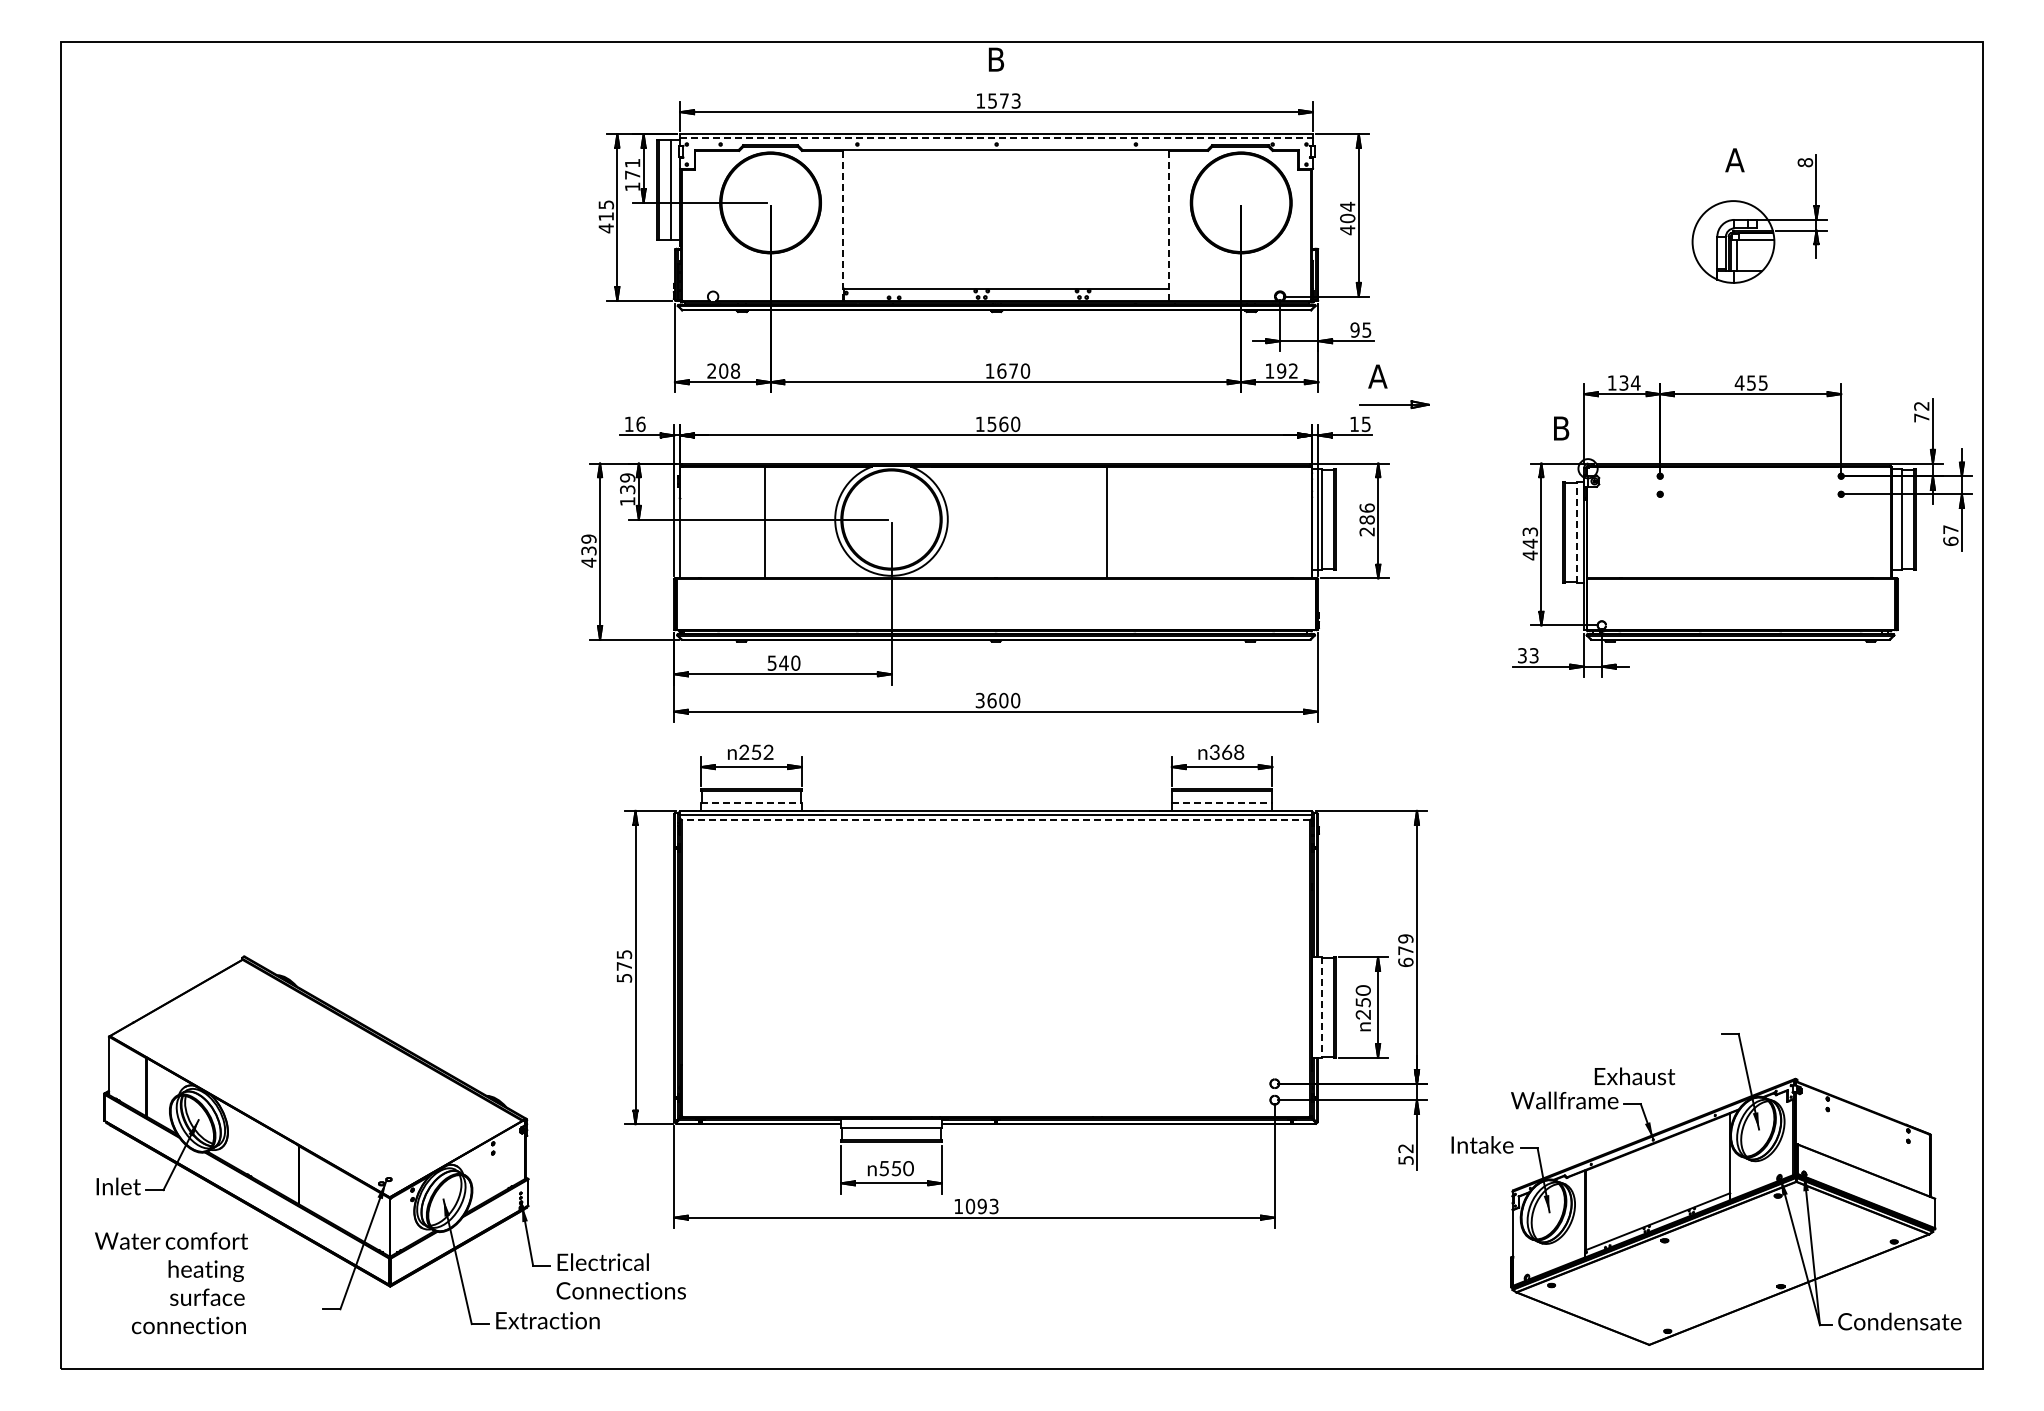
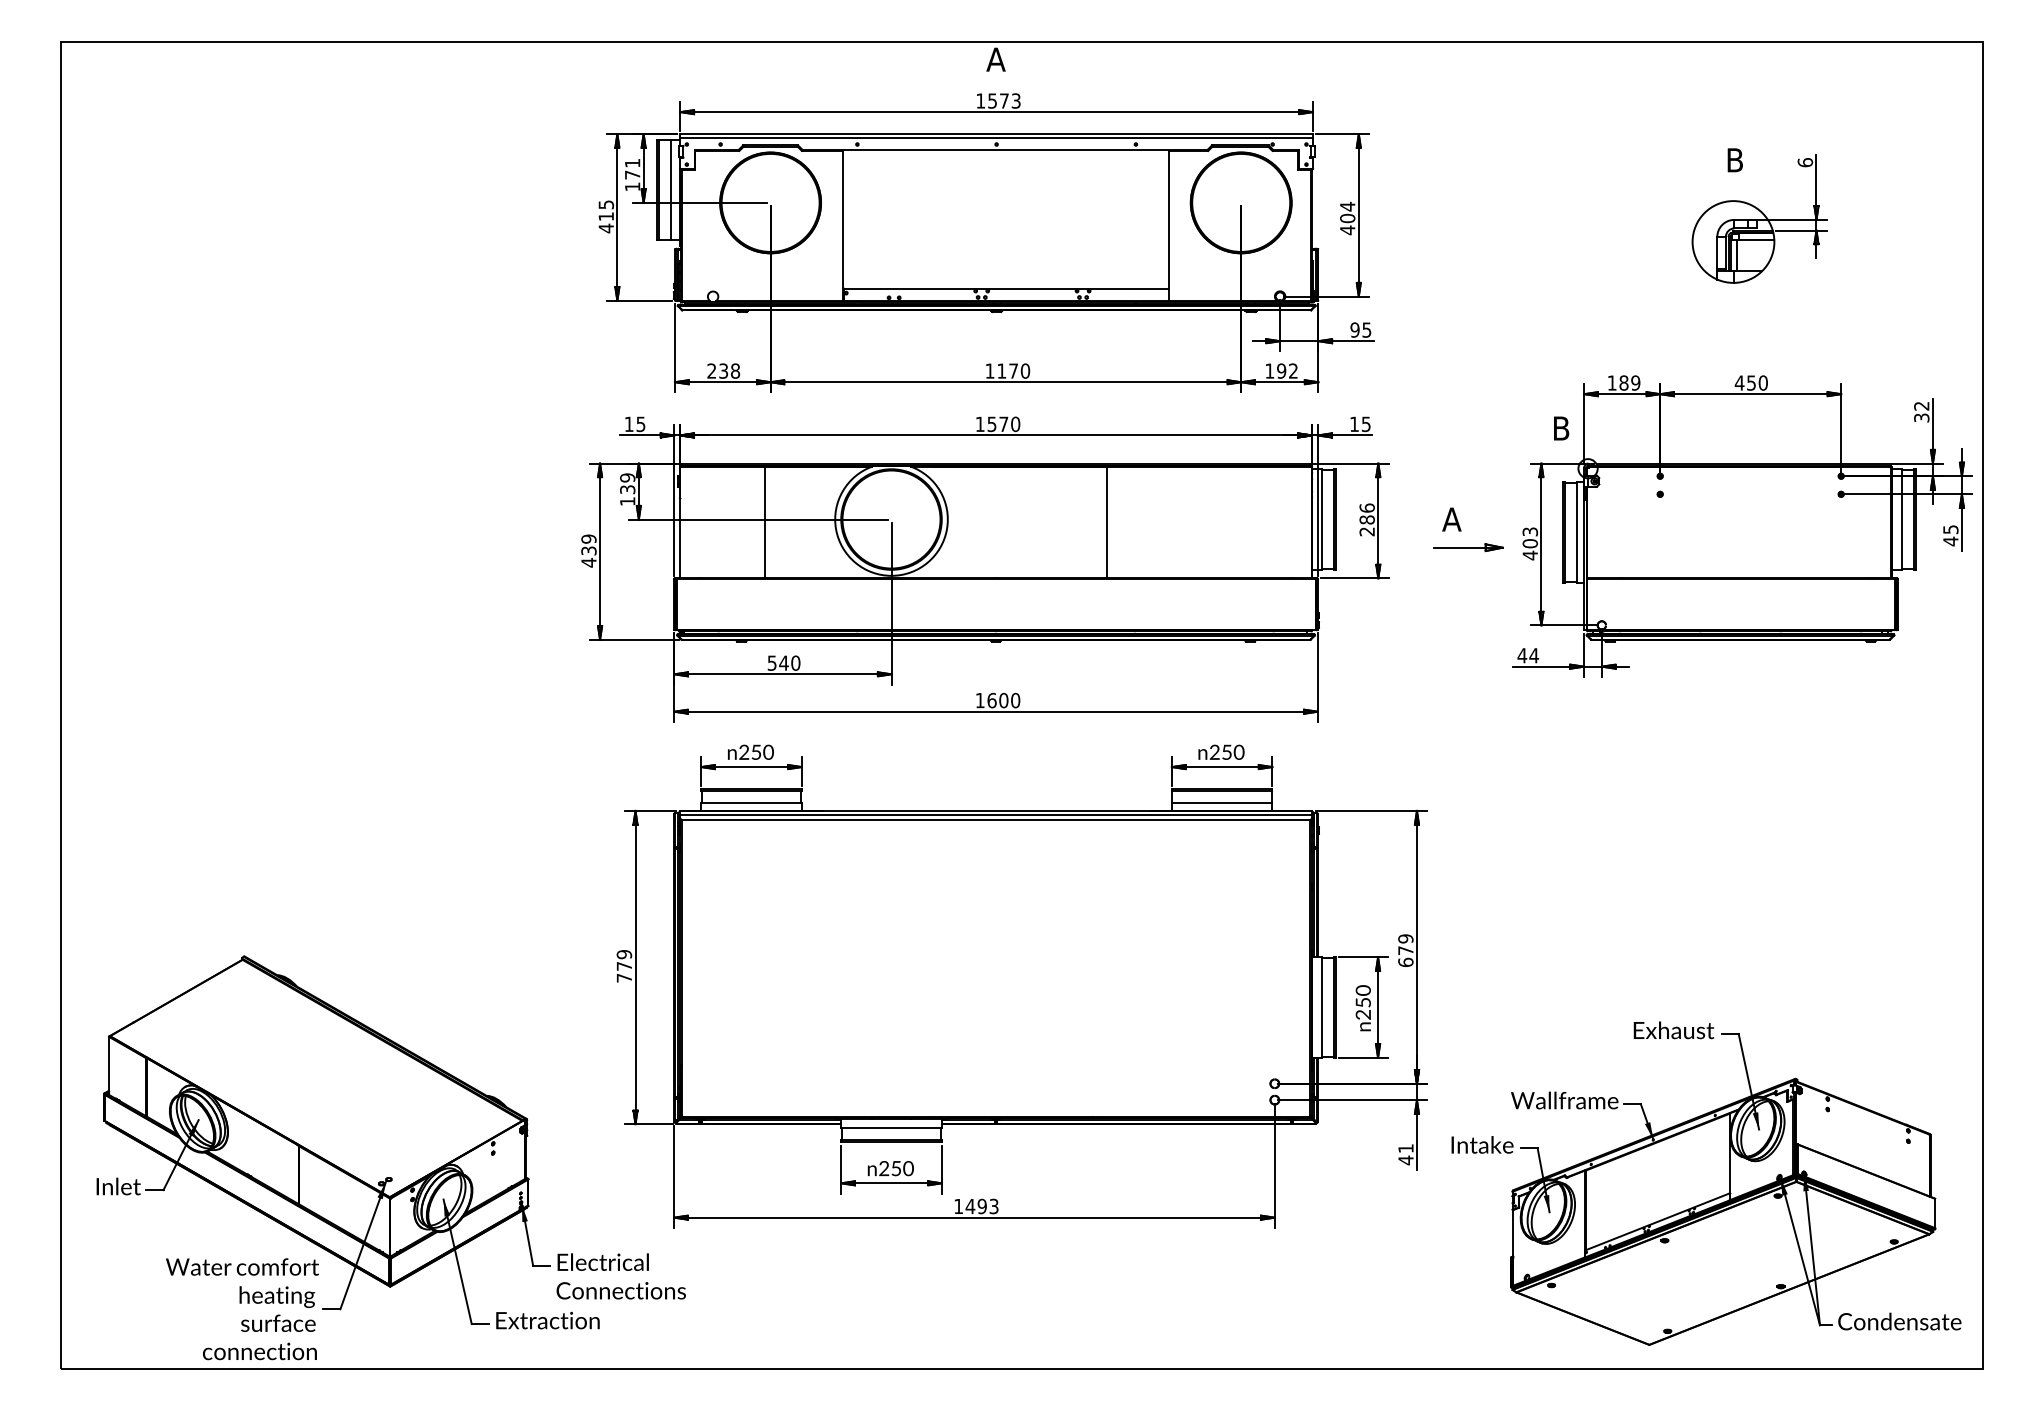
text at (995, 59): B -> A
line at (997, 138): dashed -> solid
text at (1734, 160): A -> B
text at (1804, 162): 8 -> 6
line at (1169, 225): dashed -> solid
line at (842, 226): dashed -> solid
text at (723, 370): 208 -> 238
text at (1001, 370): 1670 -> 1170
text at (1629, 382): 134 -> 189
text at (1762, 382): 455 -> 450
part at (1387, 387) position: (1387, 387) -> (1461, 530)
text at (1921, 417): 72 -> 32
text at (640, 424): 16 -> 15
text at (1003, 424): 1560 -> 1570
line at (1576, 531): dashed -> solid
text at (1950, 535): 67 -> 45
text at (1530, 543): 443 -> 403
text at (1528, 655): 33 -> 44
text at (979, 700): 3600 -> 1600
text at (1226, 751): 368 -> 250
text at (768, 752): 252 -> 250
line at (752, 803): dashed -> solid
line at (1222, 803): dashed -> solid
line at (995, 820): dashed -> solid
text at (624, 966): 575 -> 779
line at (1321, 1008): dashed -> solid
text at (1634, 1076) position: (1634, 1076) -> (1673, 1030)
text at (1405, 1154): 52 -> 41
text at (884, 1168): 550 -> 250
text at (970, 1206): 1093 -> 1493
text at (171, 1283) position: (171, 1283) -> (242, 1309)
